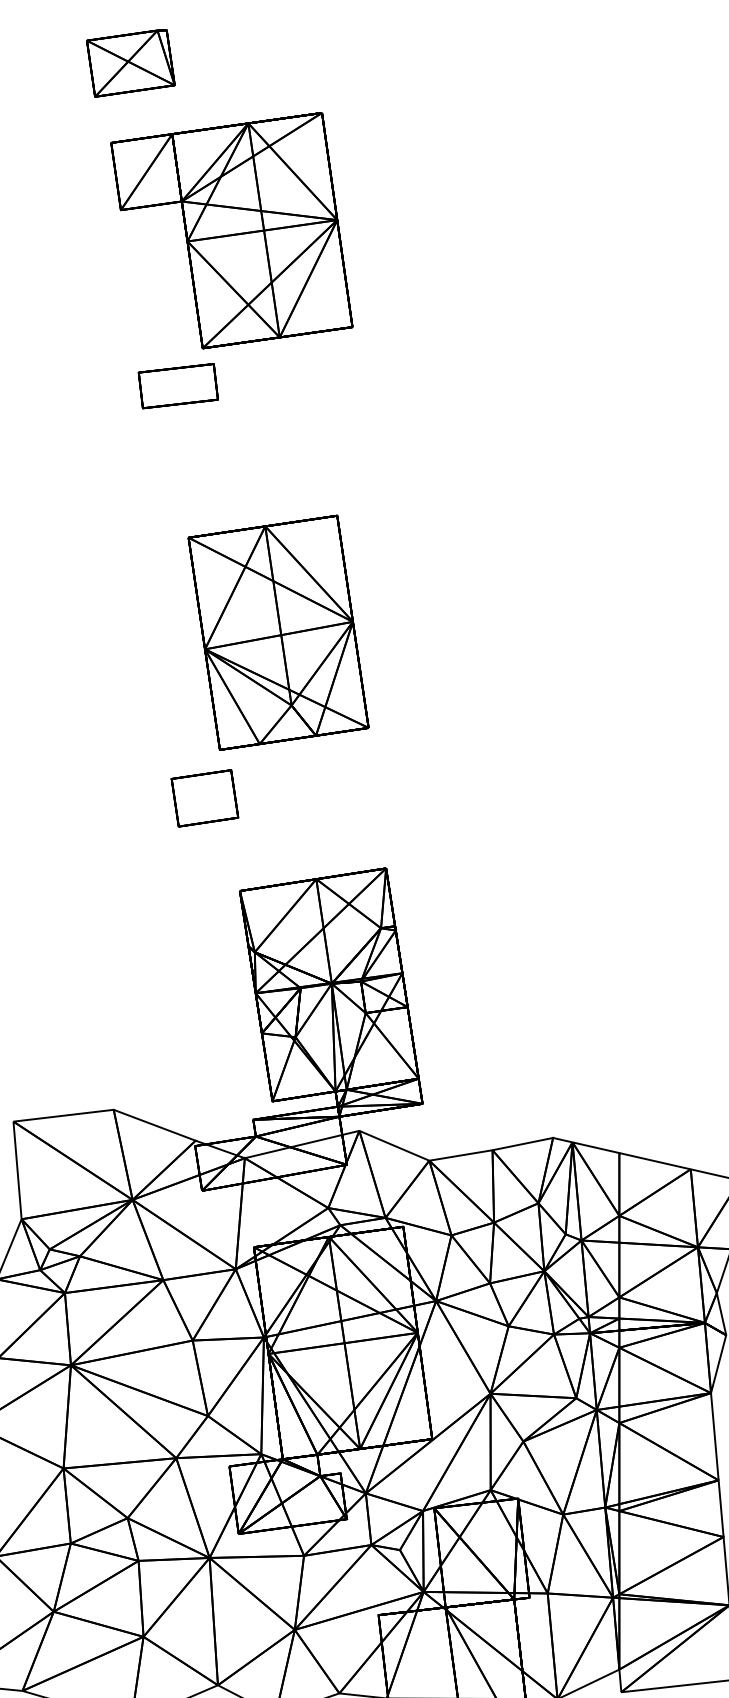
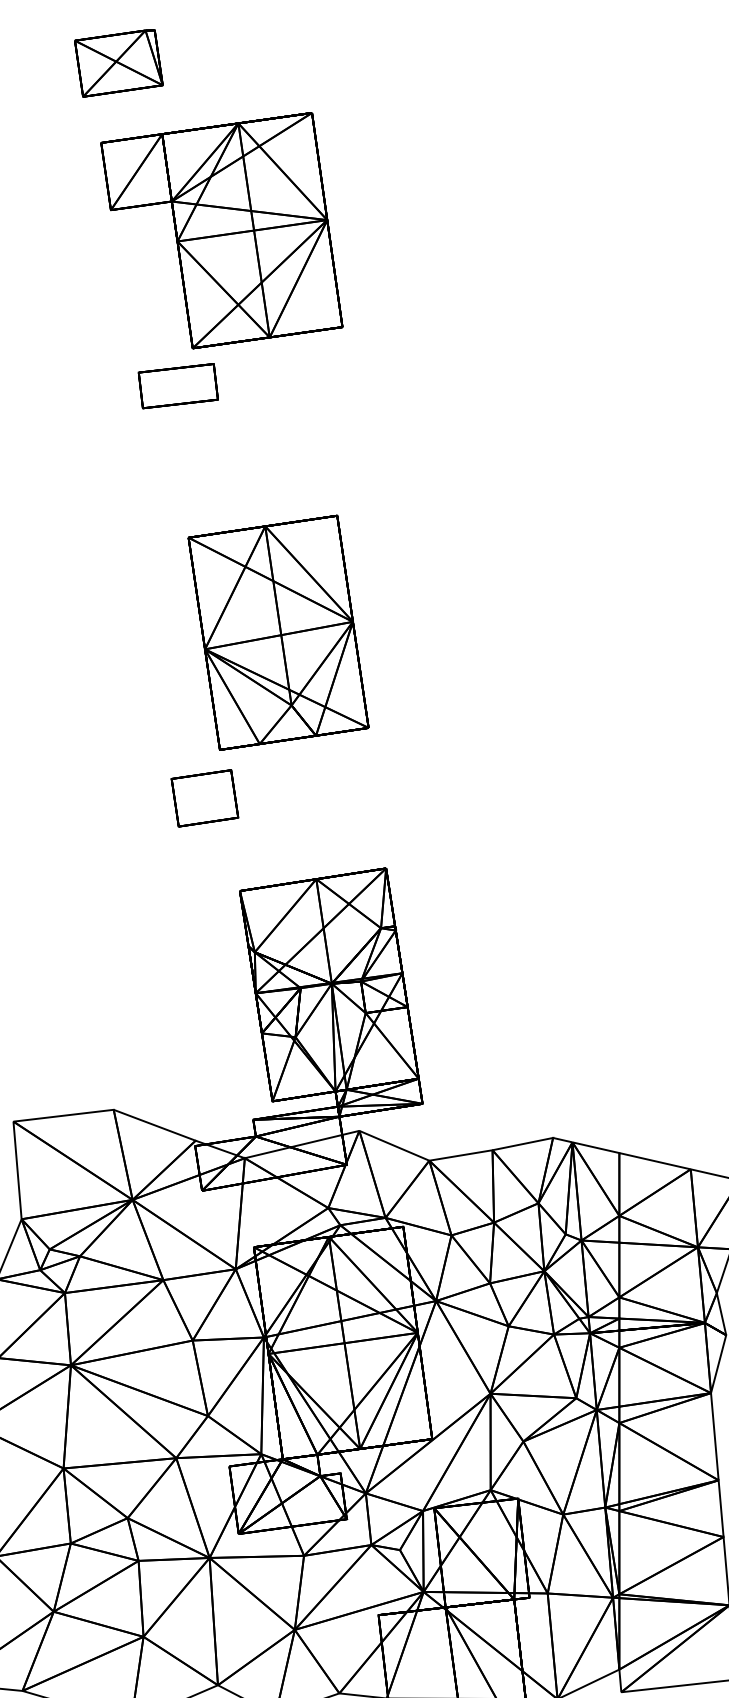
part at (130, 63) position: (130, 63) -> (118, 63)
part at (231, 230) position: (231, 230) -> (221, 230)
